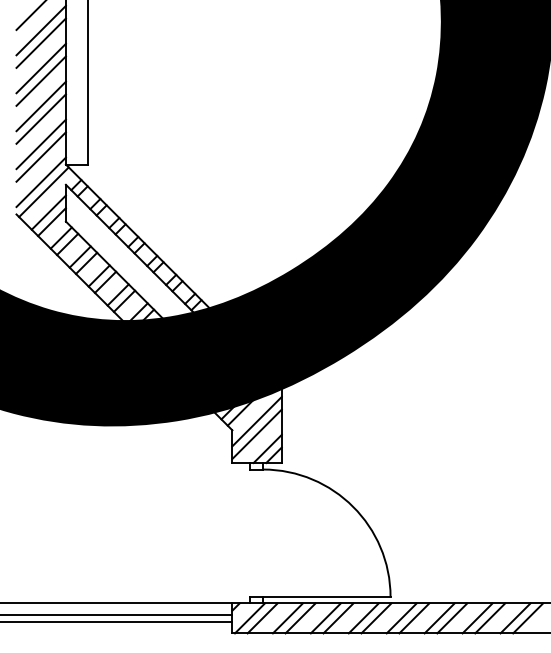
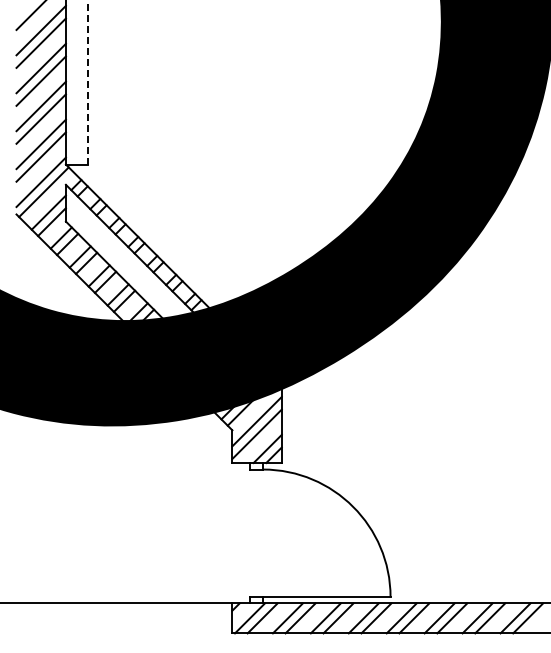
line at (88, 82): solid -> dashed
line at (117, 615): present -> none
line at (117, 621): present -> none
